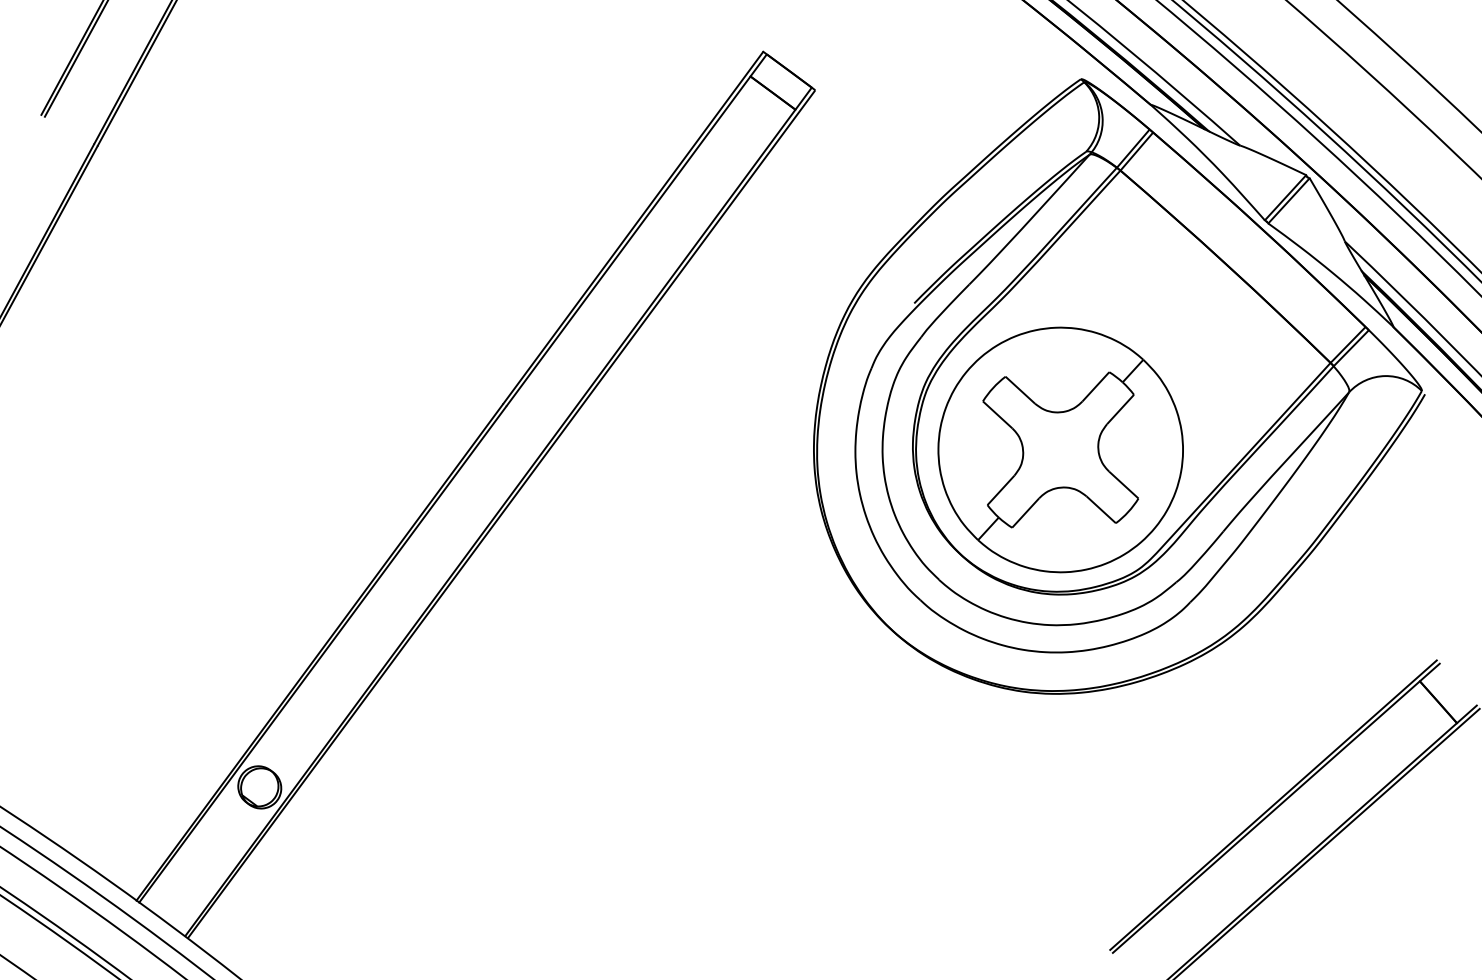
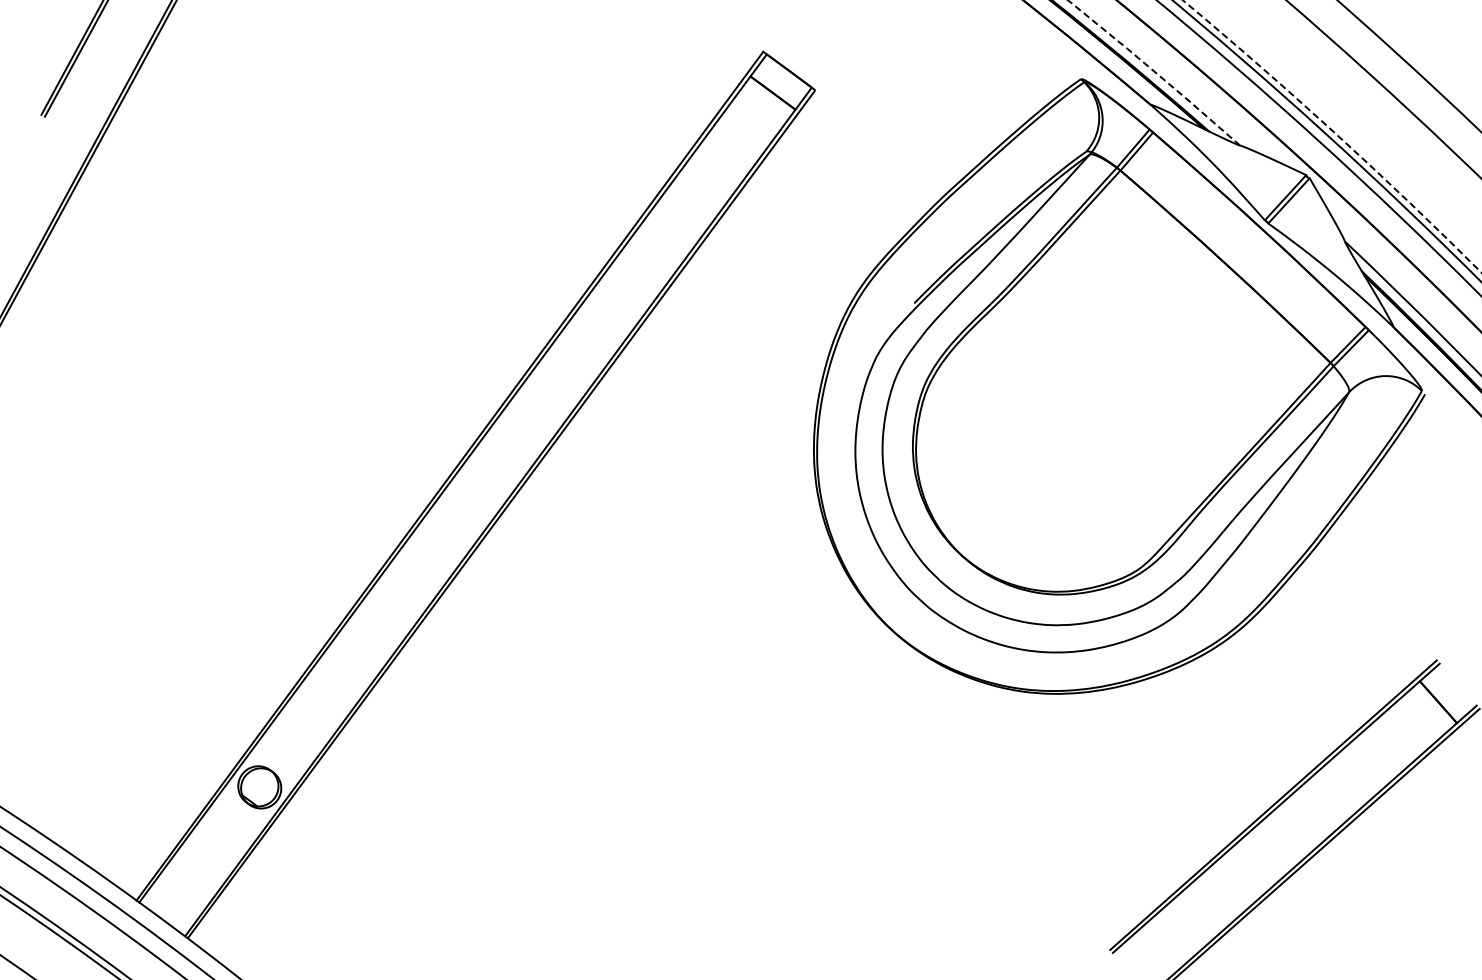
arc at (1155, 72): solid -> dashed
circle at (1331, 136): solid -> dashed
part at (1060, 449): present -> none
